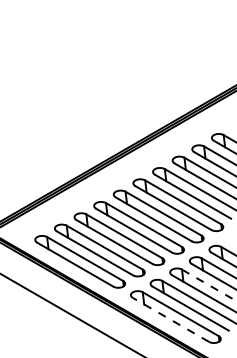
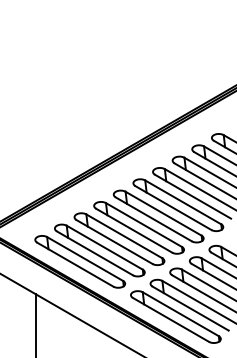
line at (209, 285): dashed -> solid
line at (170, 319): dashed -> solid
line at (36, 324): none -> present
